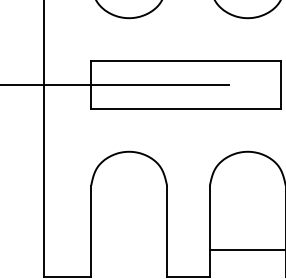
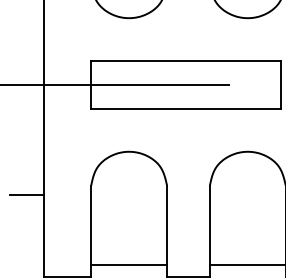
line at (26, 195): none -> present
line at (245, 250) position: (245, 250) -> (245, 265)
line at (129, 265): none -> present
